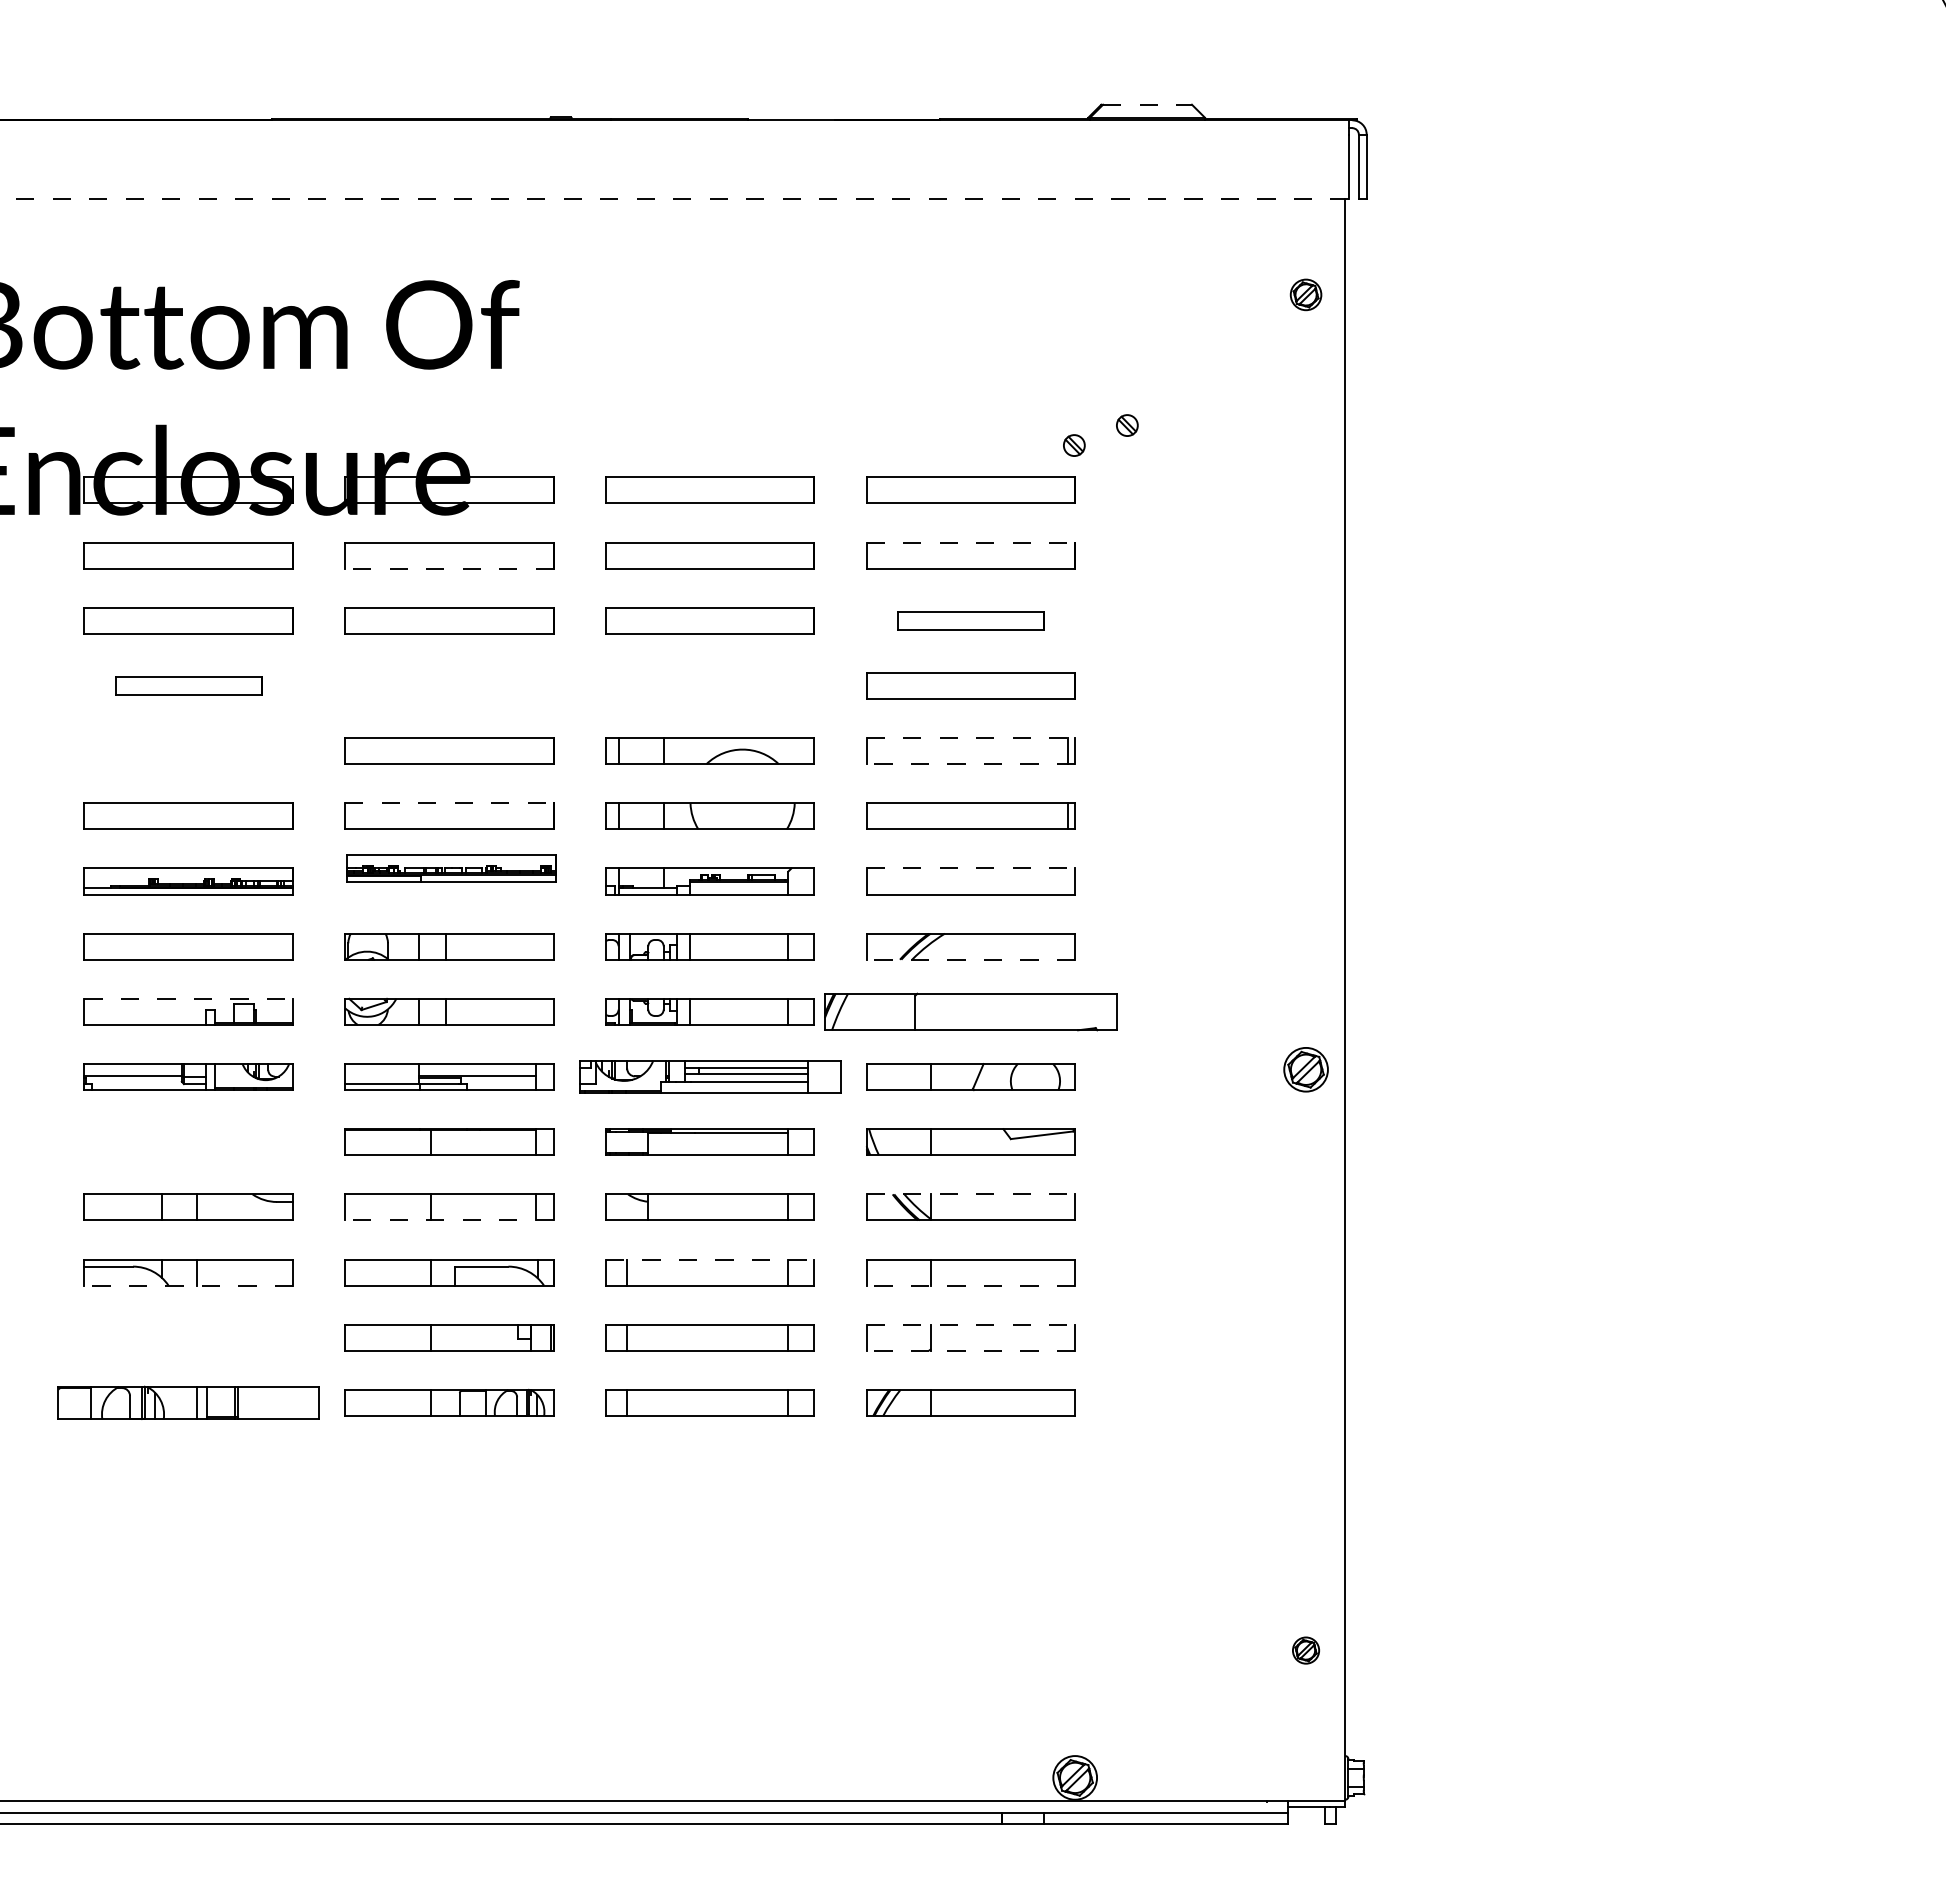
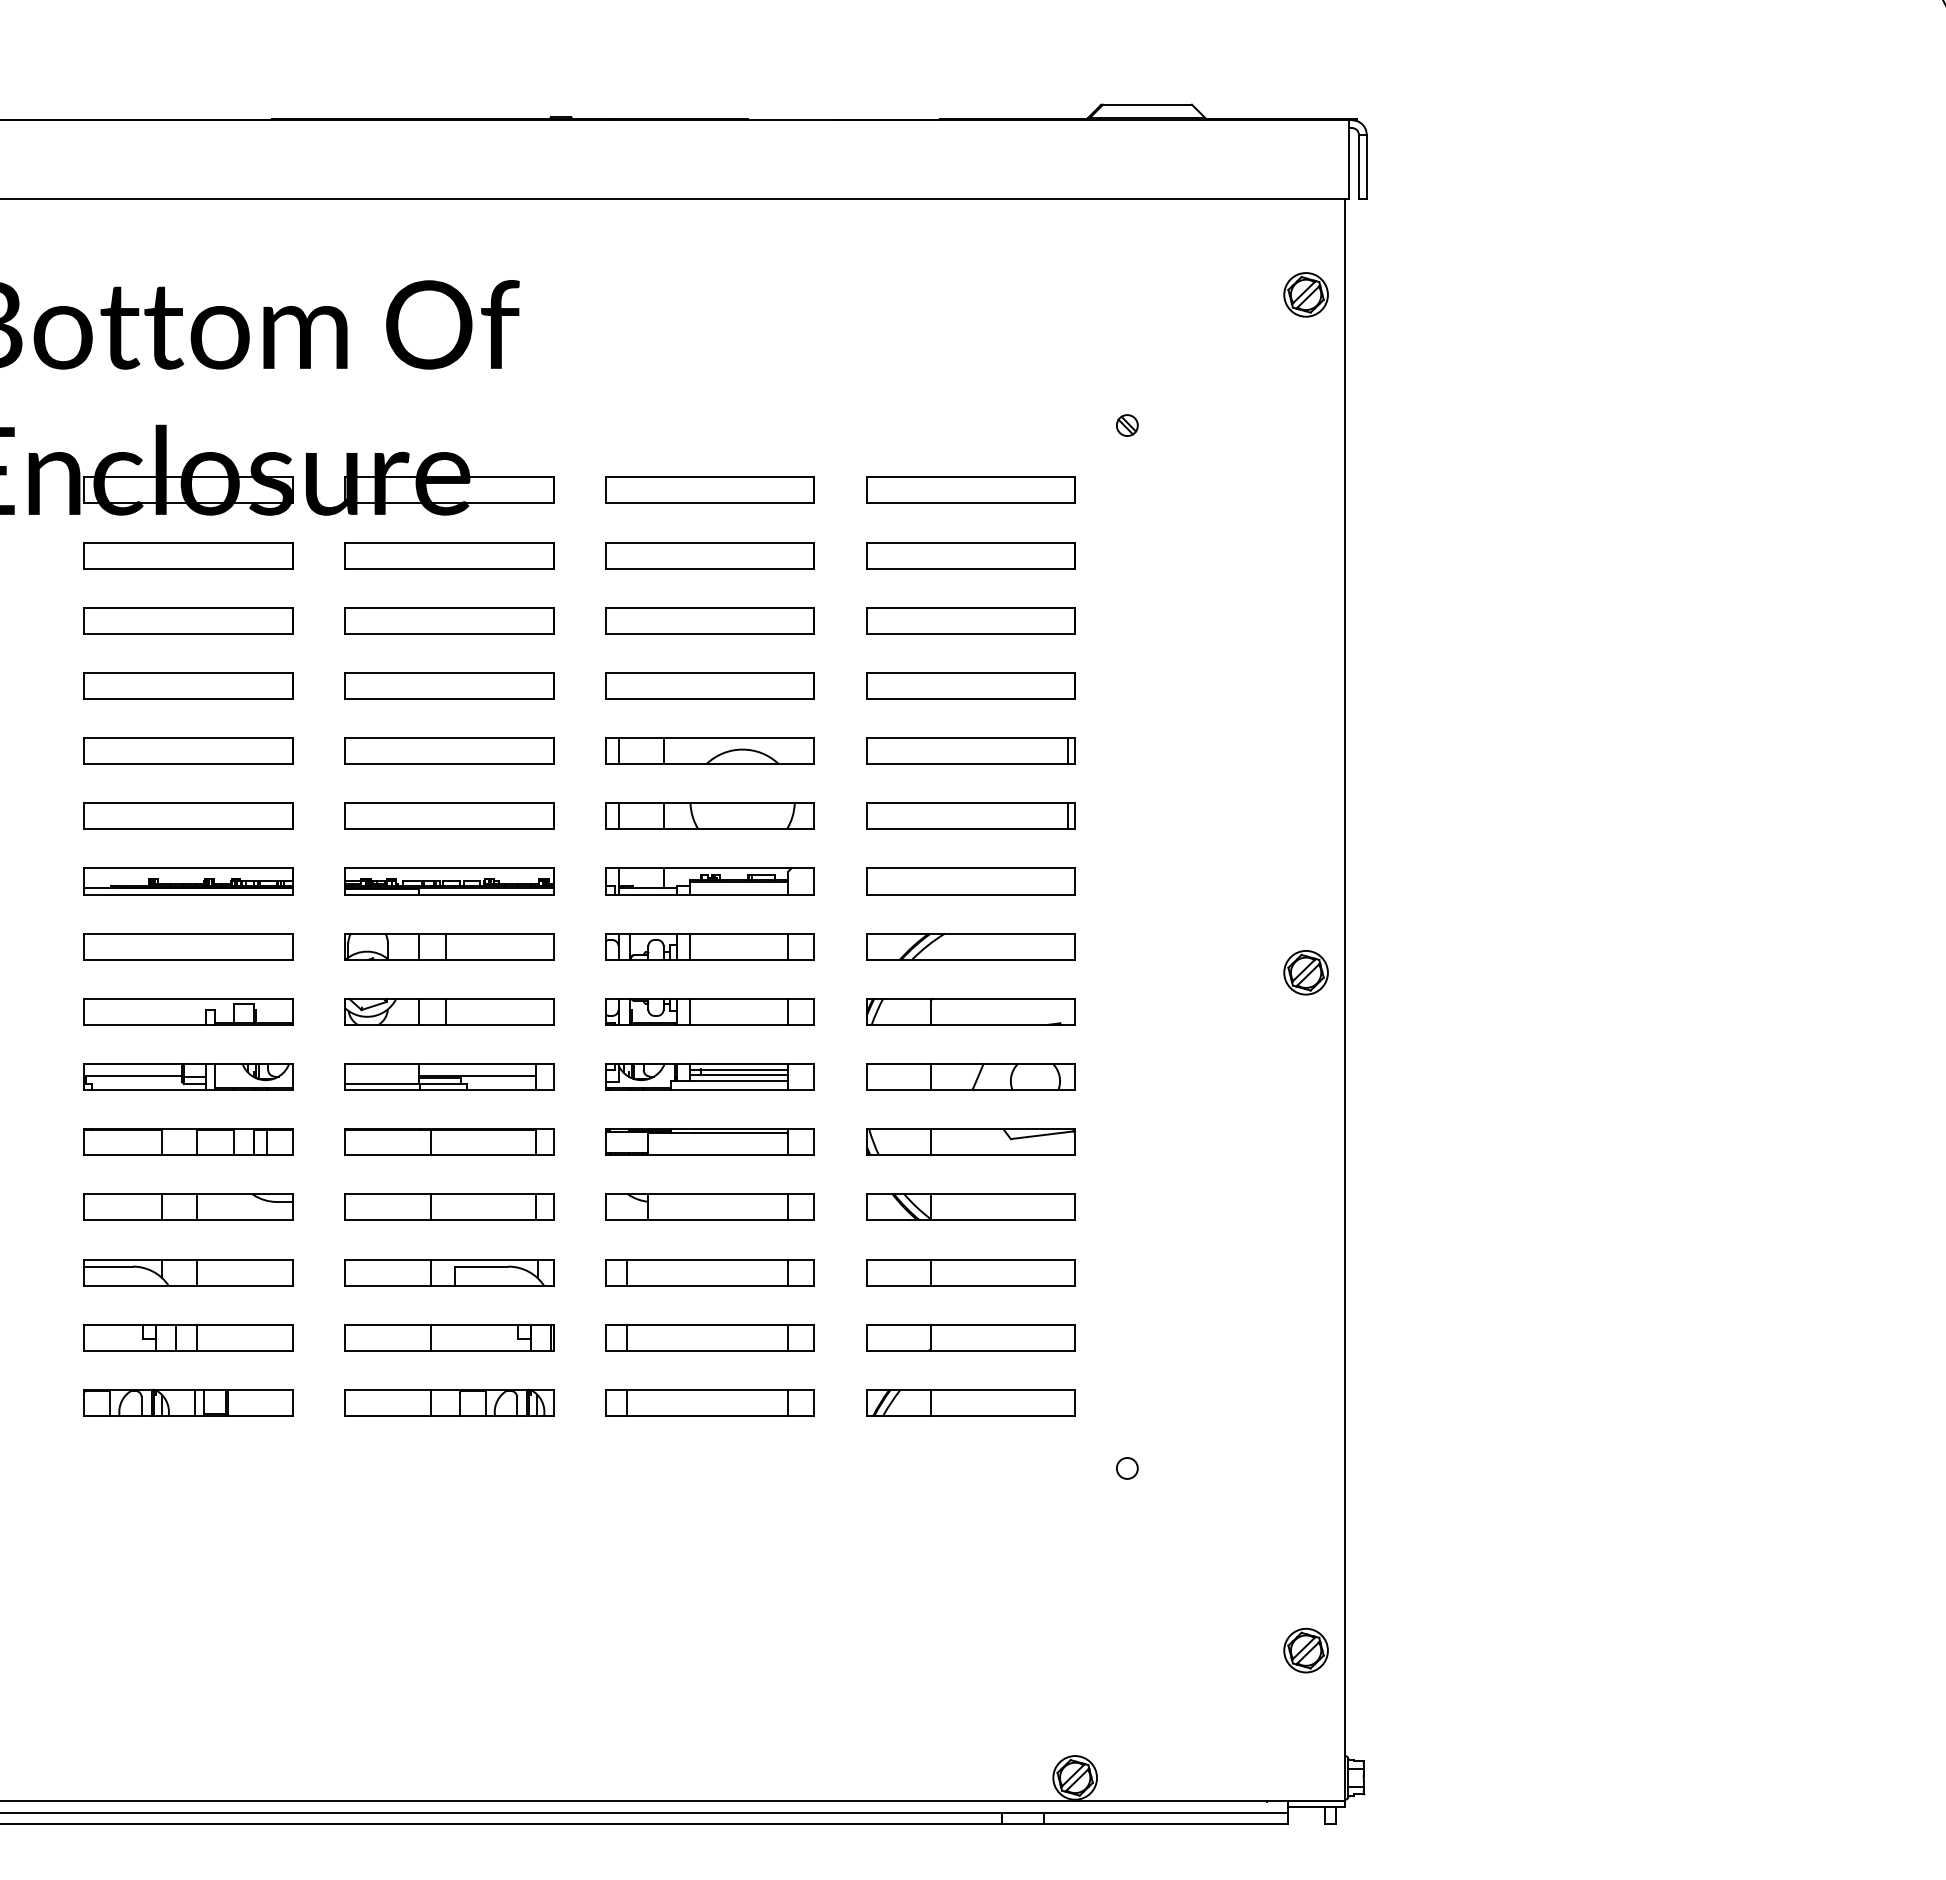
line at (1148, 104): dashed -> solid
line at (674, 198): dashed -> solid
part at (1305, 294) size: 34x34 px -> 46x46 px
part at (1074, 445): present -> none
line at (971, 542): dashed -> solid
line at (448, 568): dashed -> solid
part at (970, 620) size: 148x20 px -> 210x28 px
part at (188, 685) size: 148x20 px -> 211x28 px
part at (449, 685): none -> present
part at (709, 685): none -> present
line at (971, 738): dashed -> solid
part at (188, 750): none -> present
line at (970, 764): dashed -> solid
line at (449, 803): dashed -> solid
part at (451, 868) position: (451, 868) -> (449, 881)
line at (971, 868): dashed -> solid
line at (970, 959): dashed -> solid
line at (189, 998): dashed -> solid
part at (970, 1011) size: 294x40 px -> 210x29 px
part at (1305, 1069) position: (1305, 1069) -> (1305, 972)
part at (710, 1076) size: 263x34 px -> 210x28 px
part at (188, 1141): none -> present
line at (971, 1194): dashed -> solid
line at (448, 1220): dashed -> solid
line at (710, 1259): dashed -> solid
line at (188, 1285): dashed -> solid
line at (970, 1285): dashed -> solid
line at (971, 1324): dashed -> solid
part at (188, 1337): none -> present
line at (970, 1350): dashed -> solid
part at (188, 1402) size: 263x35 px -> 211x29 px
circle at (1127, 1468): none -> present
part at (1306, 1650) size: 29x29 px -> 46x47 px
